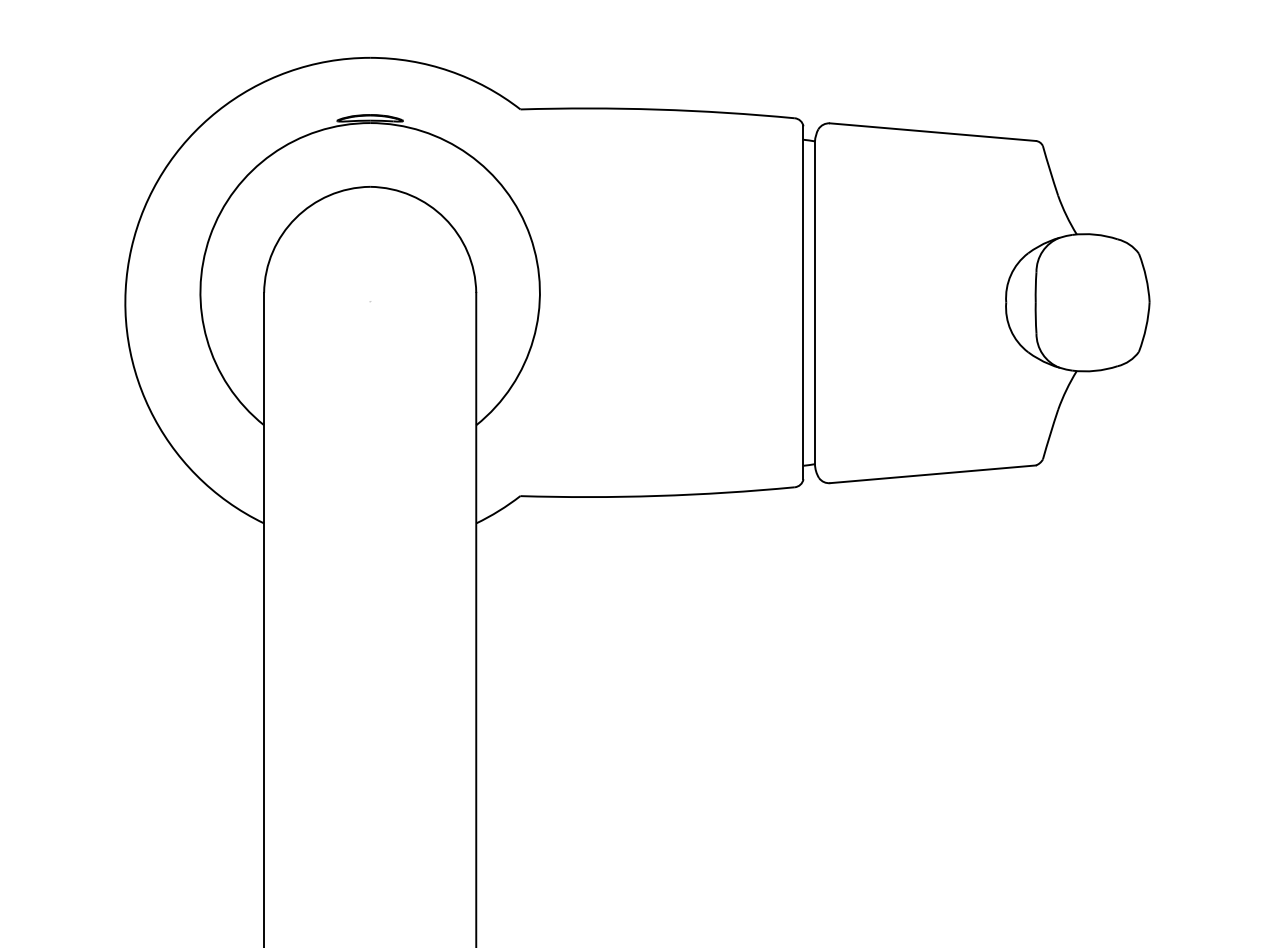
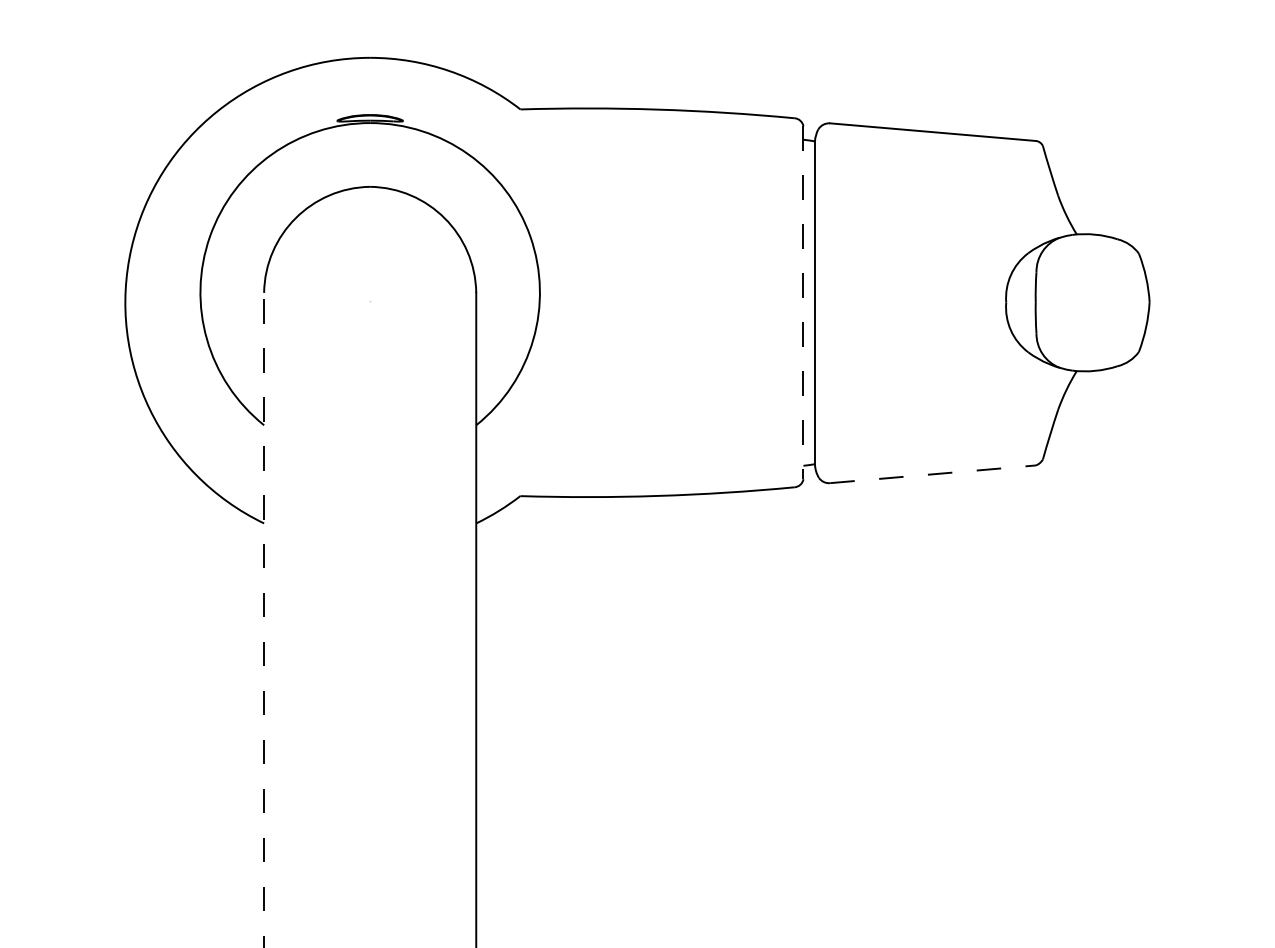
line at (803, 303): solid -> dashed
line at (933, 474): solid -> dashed
line at (264, 619): solid -> dashed
